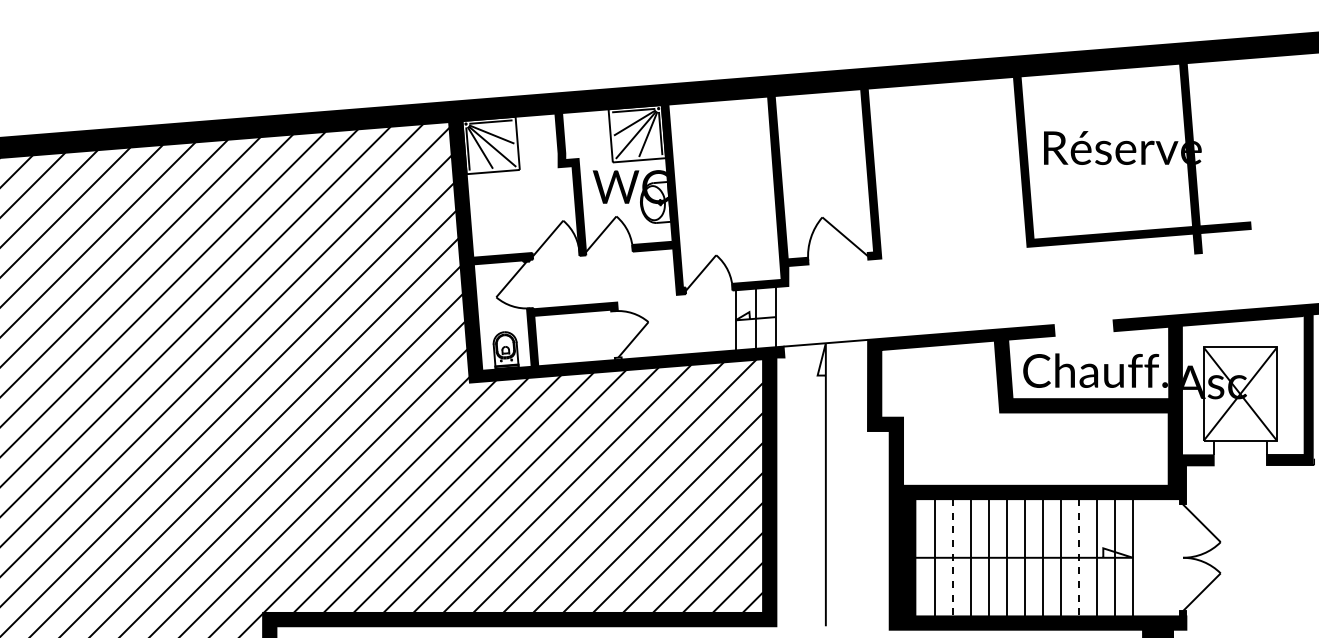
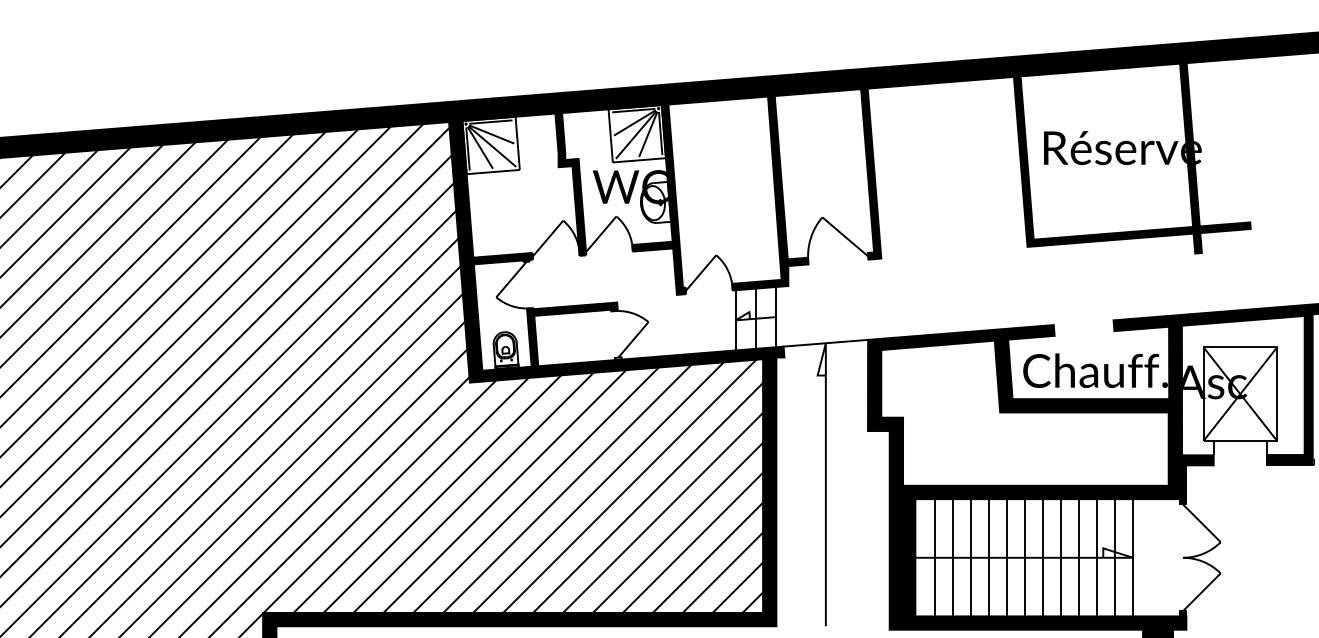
line at (953, 557): dashed -> solid
line at (1079, 557): dashed -> solid
